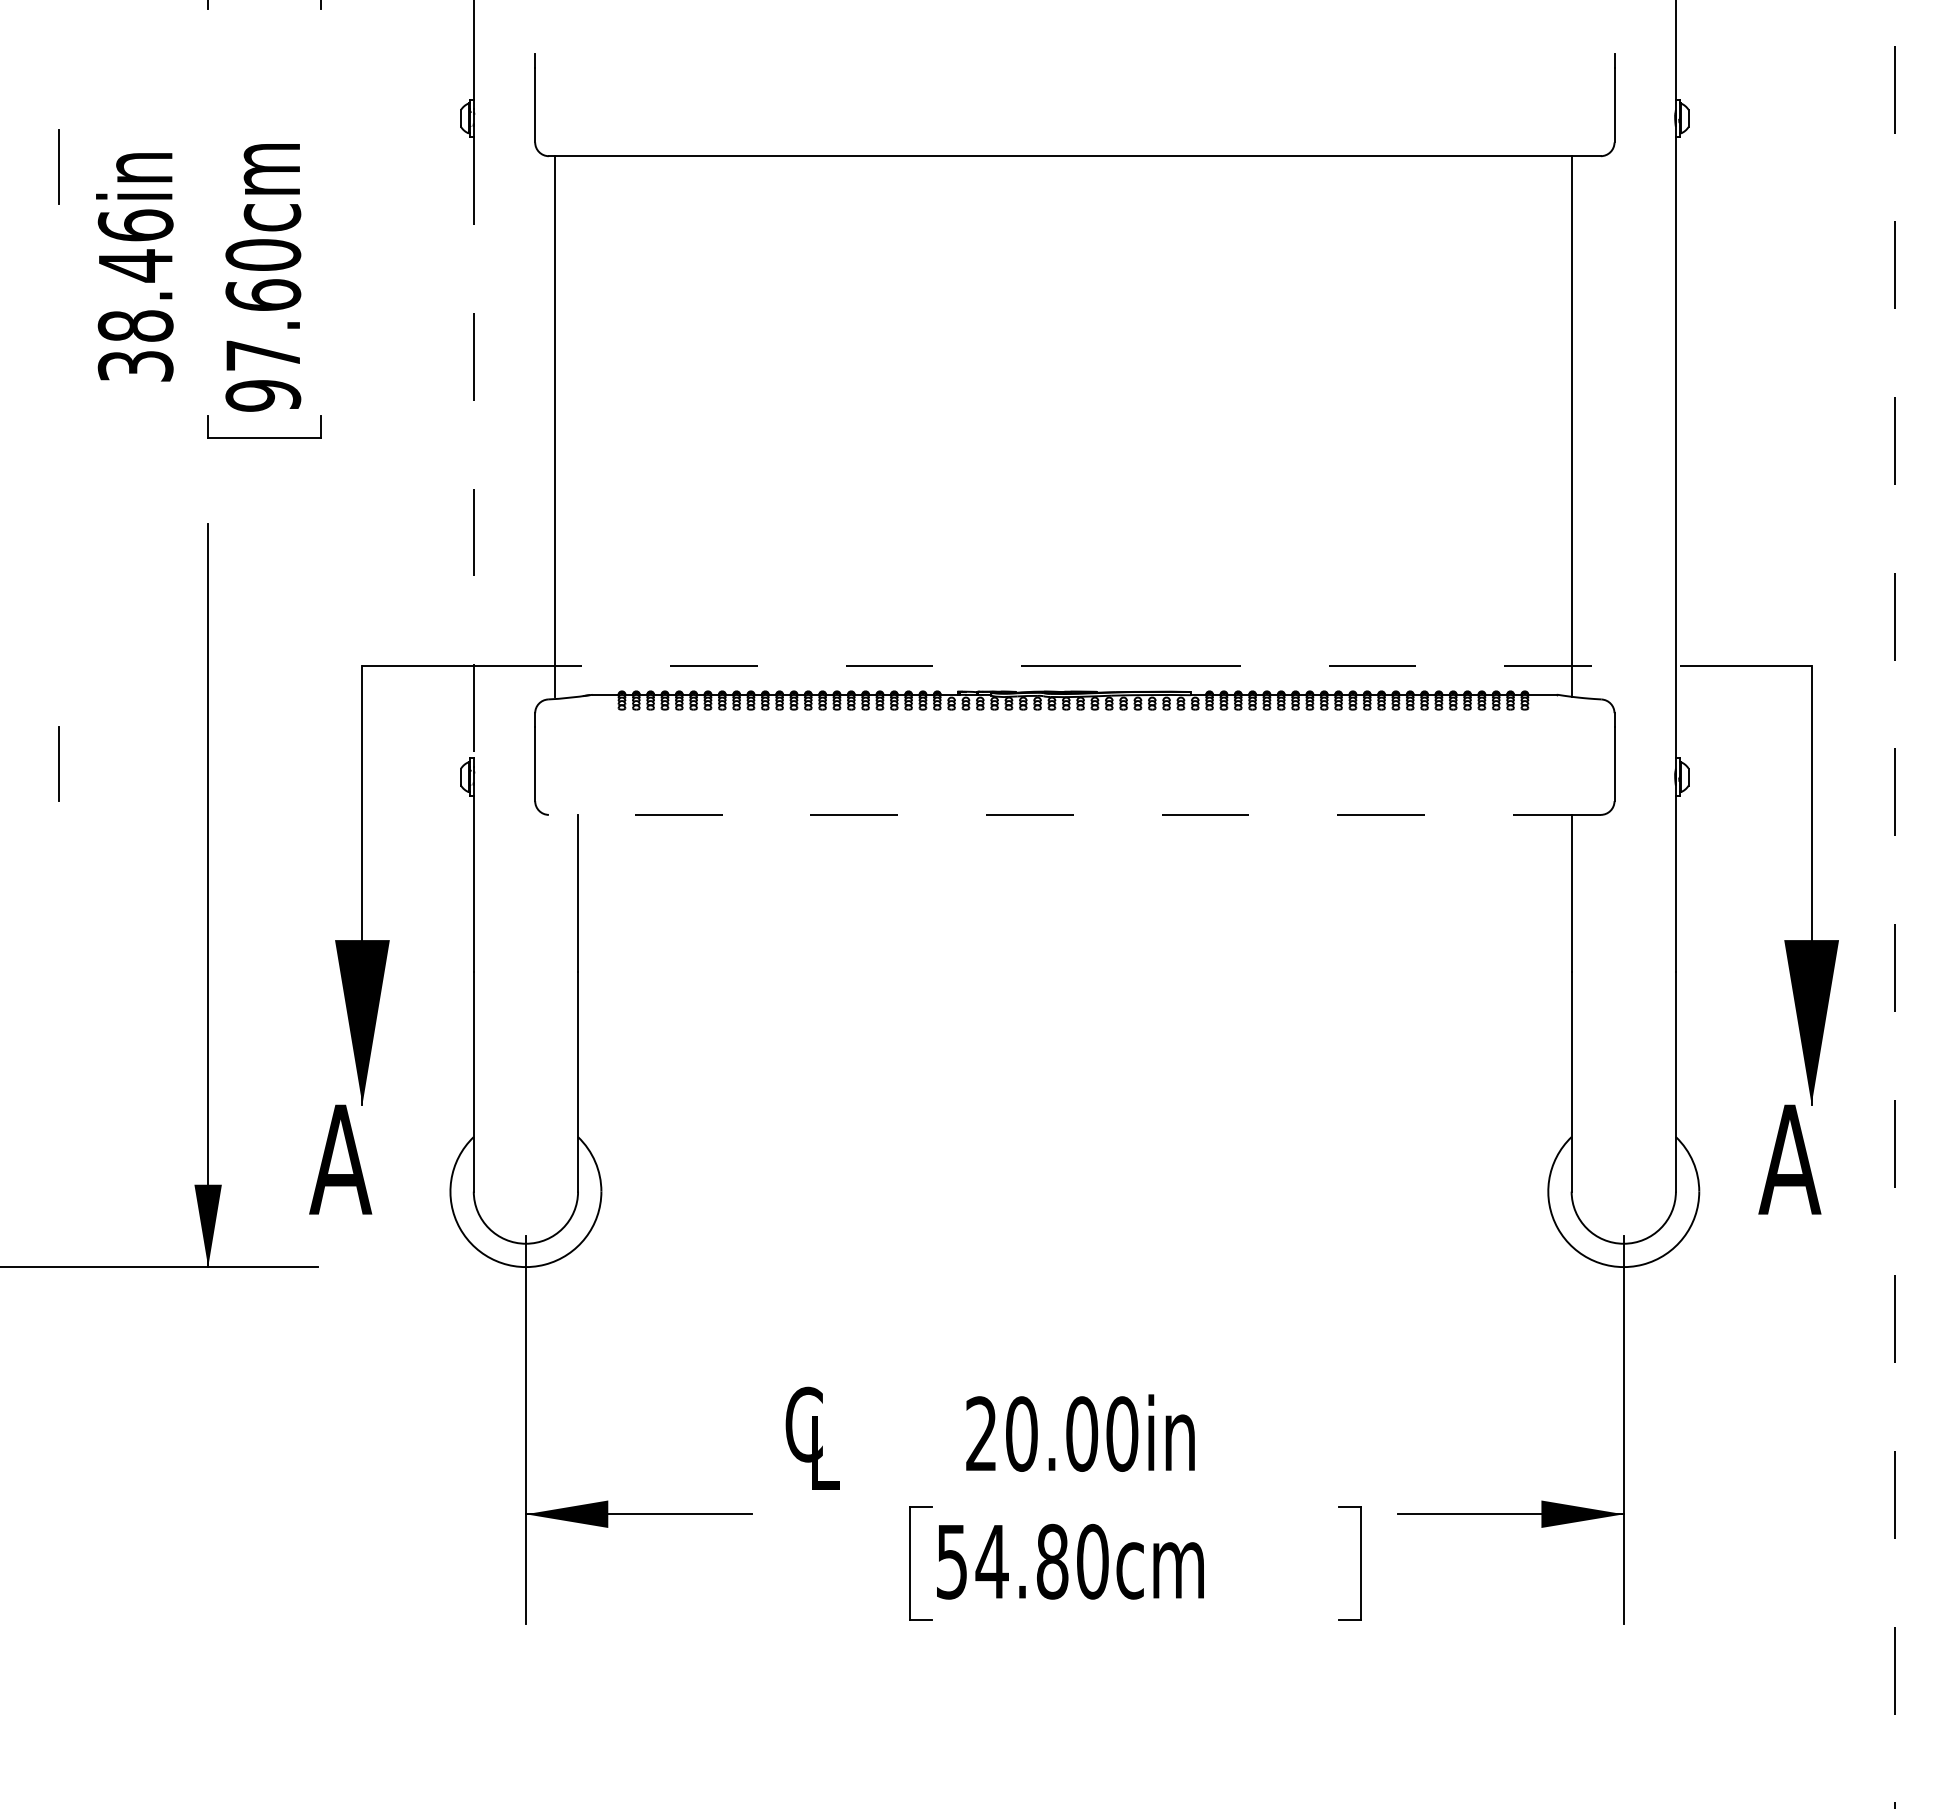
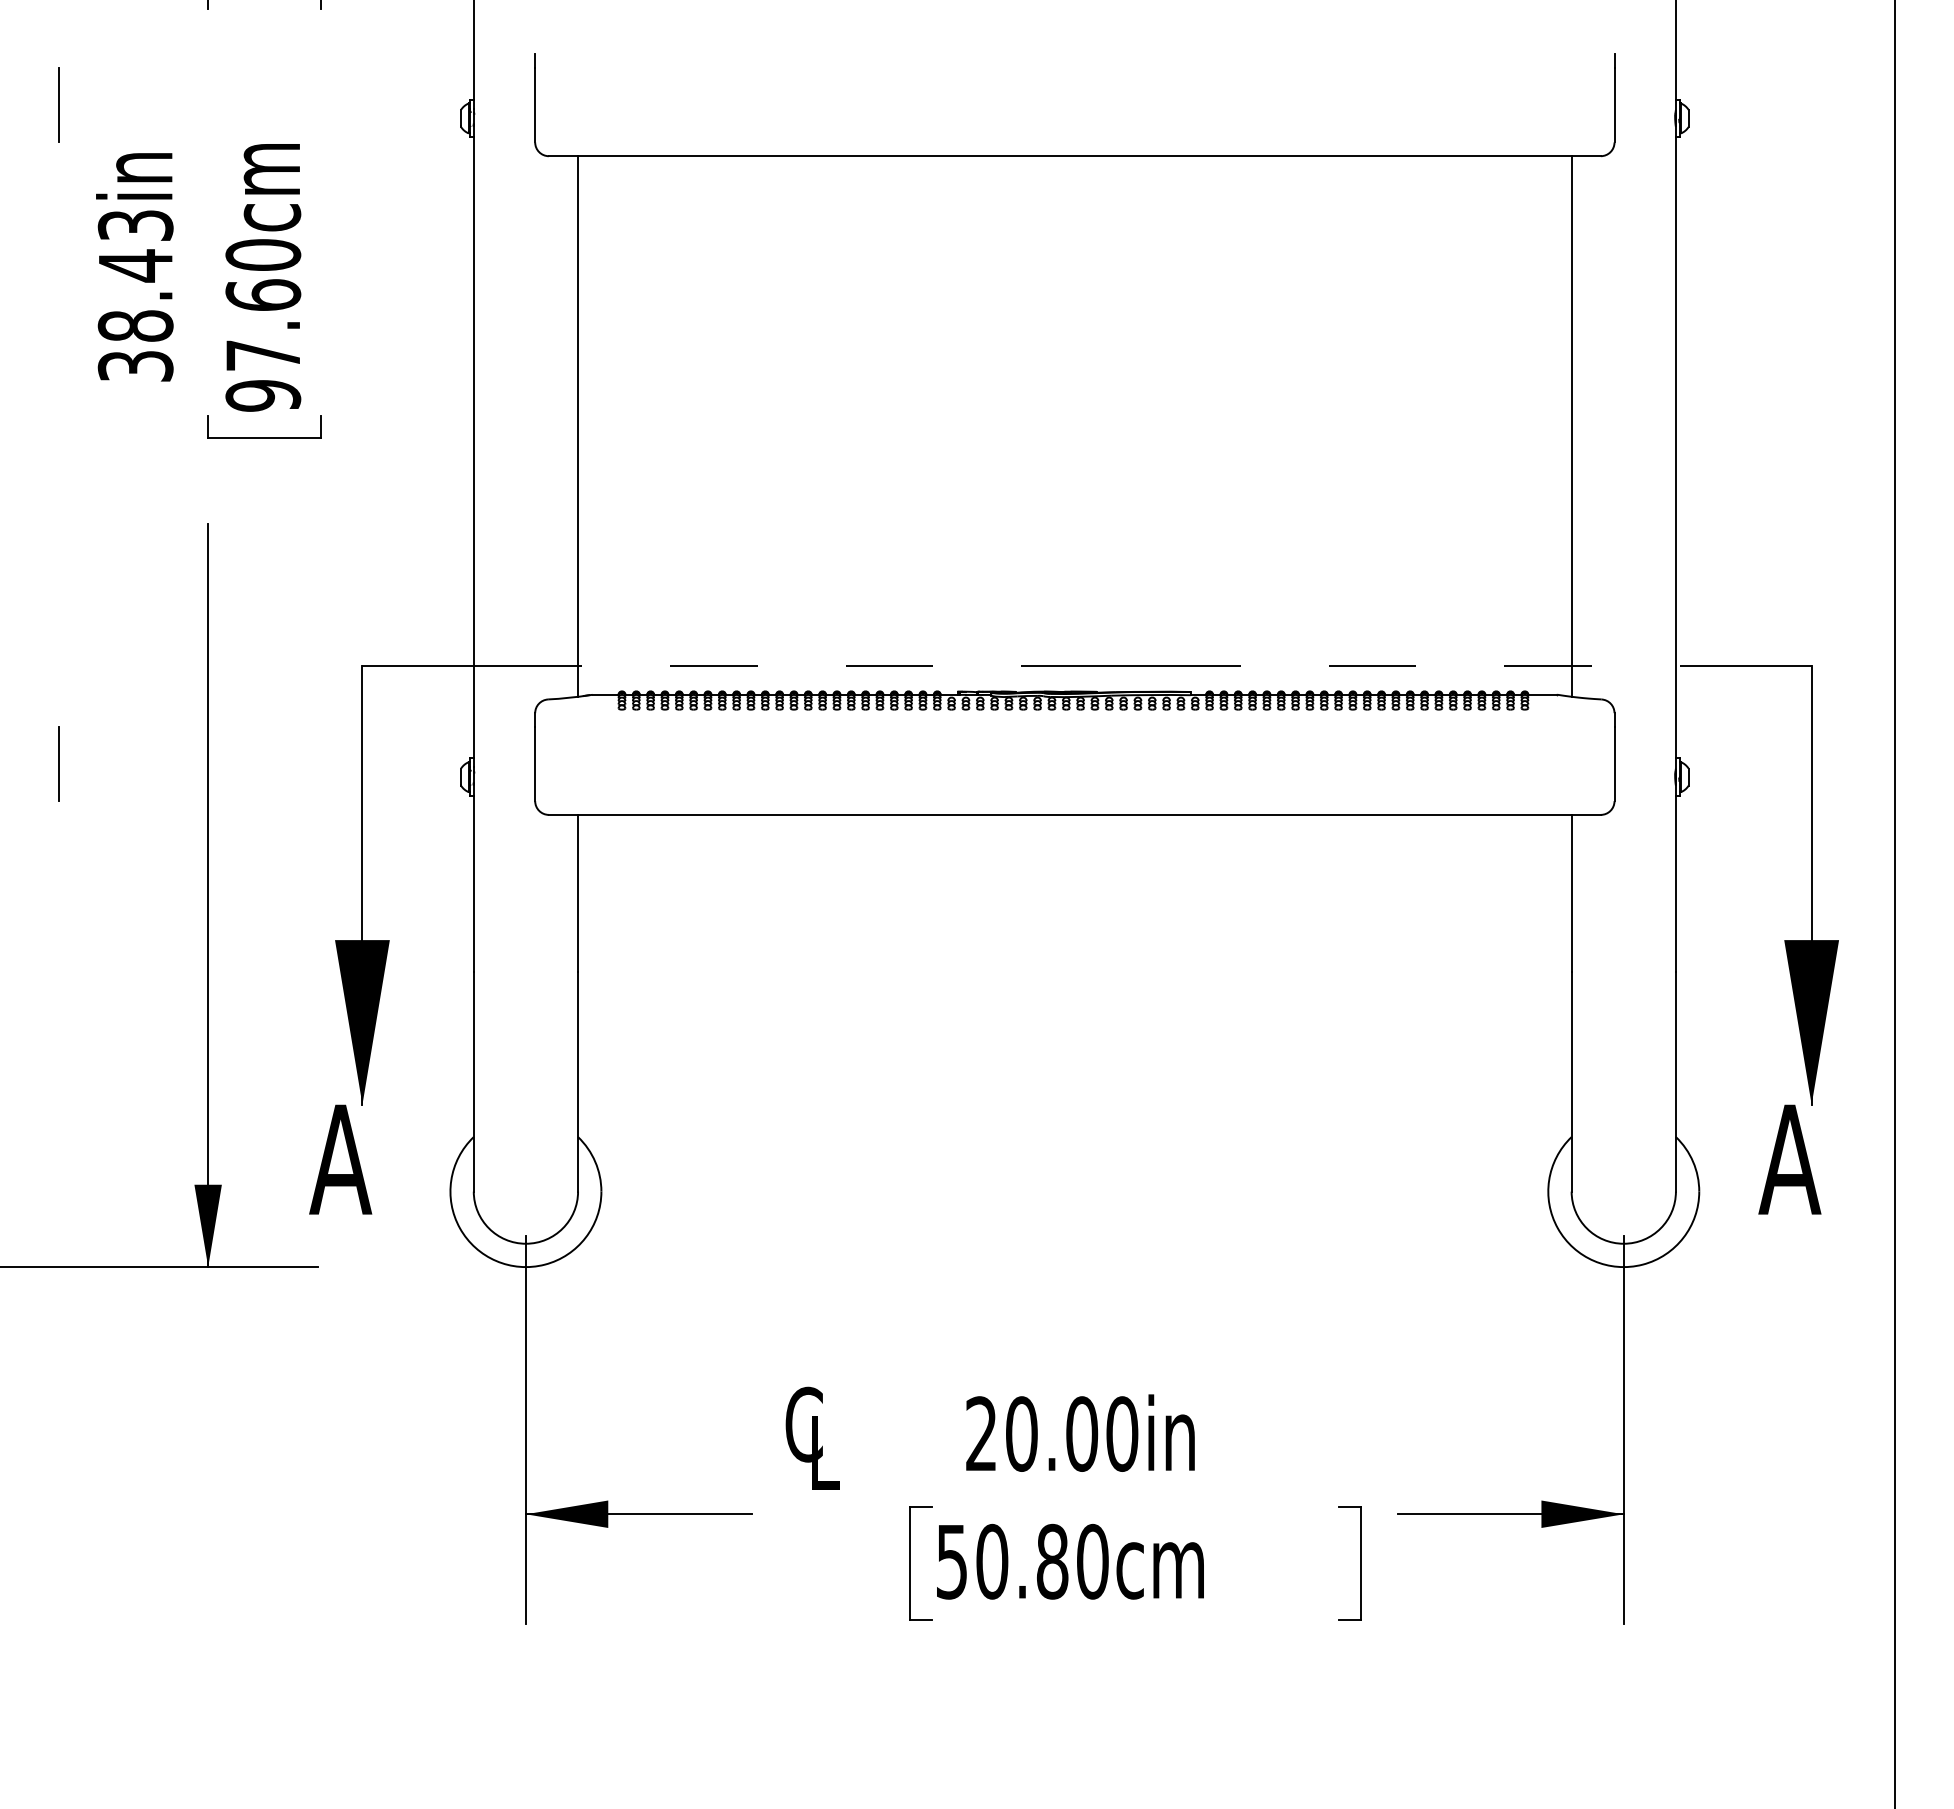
line at (58, 166) position: (58, 166) -> (58, 104)
text at (135, 225): 38.46in -> 38.43in
line at (555, 426) position: (555, 426) -> (578, 426)
line at (473, 448): dashed -> solid
line at (1074, 814): dashed -> solid
line at (1895, 905): dashed -> solid
text at (991, 1561): 54.80cm -> 50.80cm
